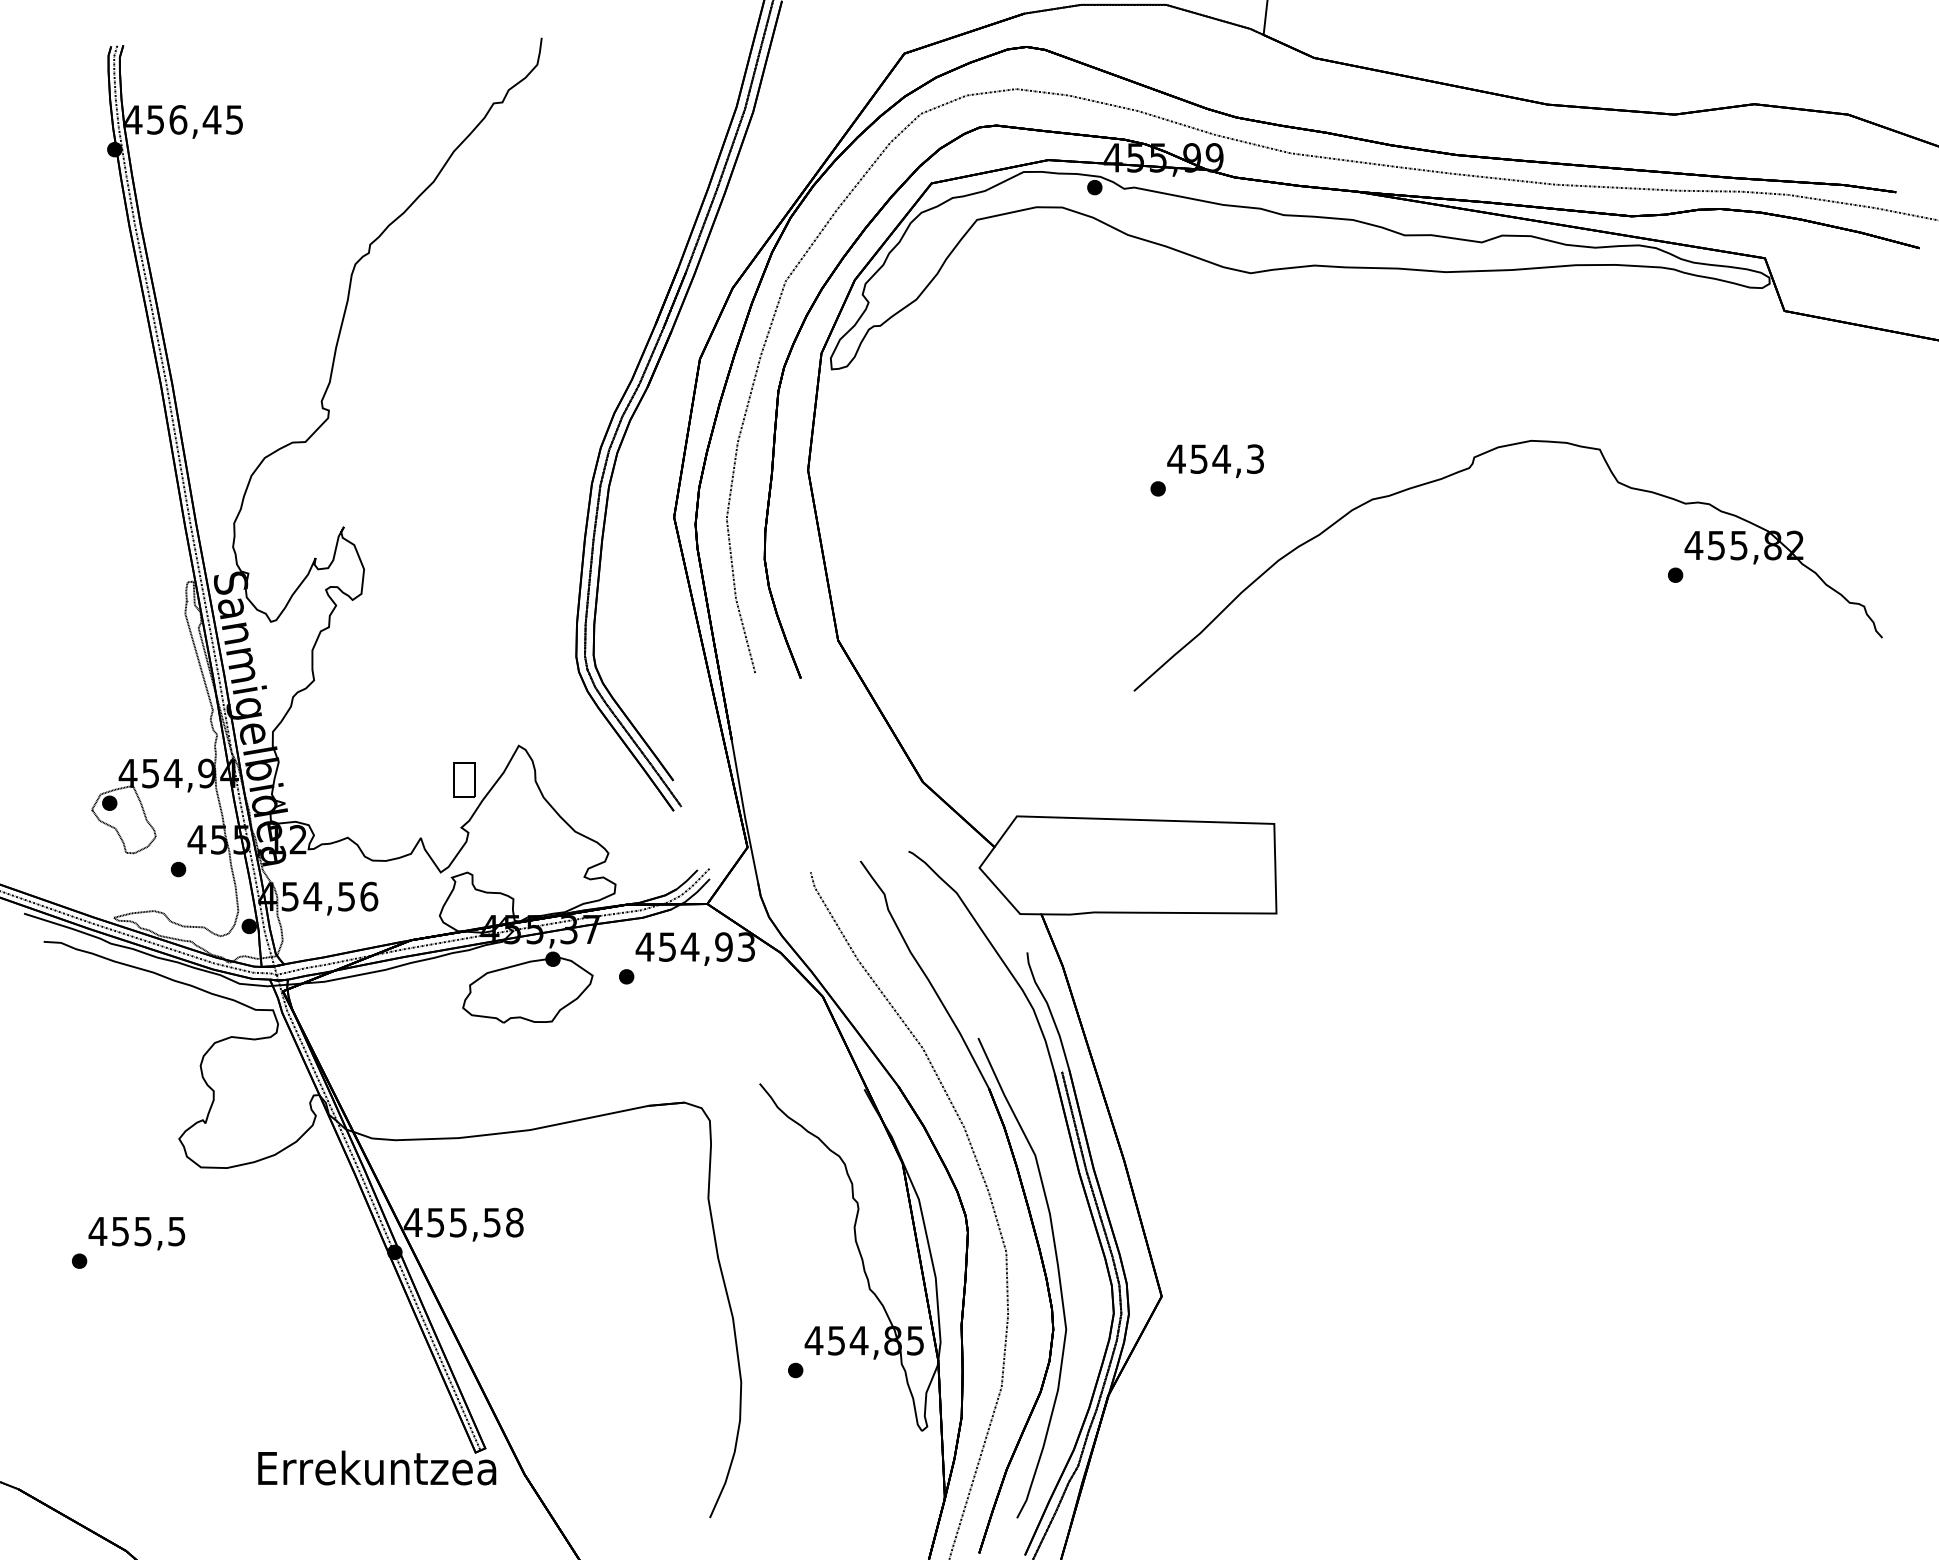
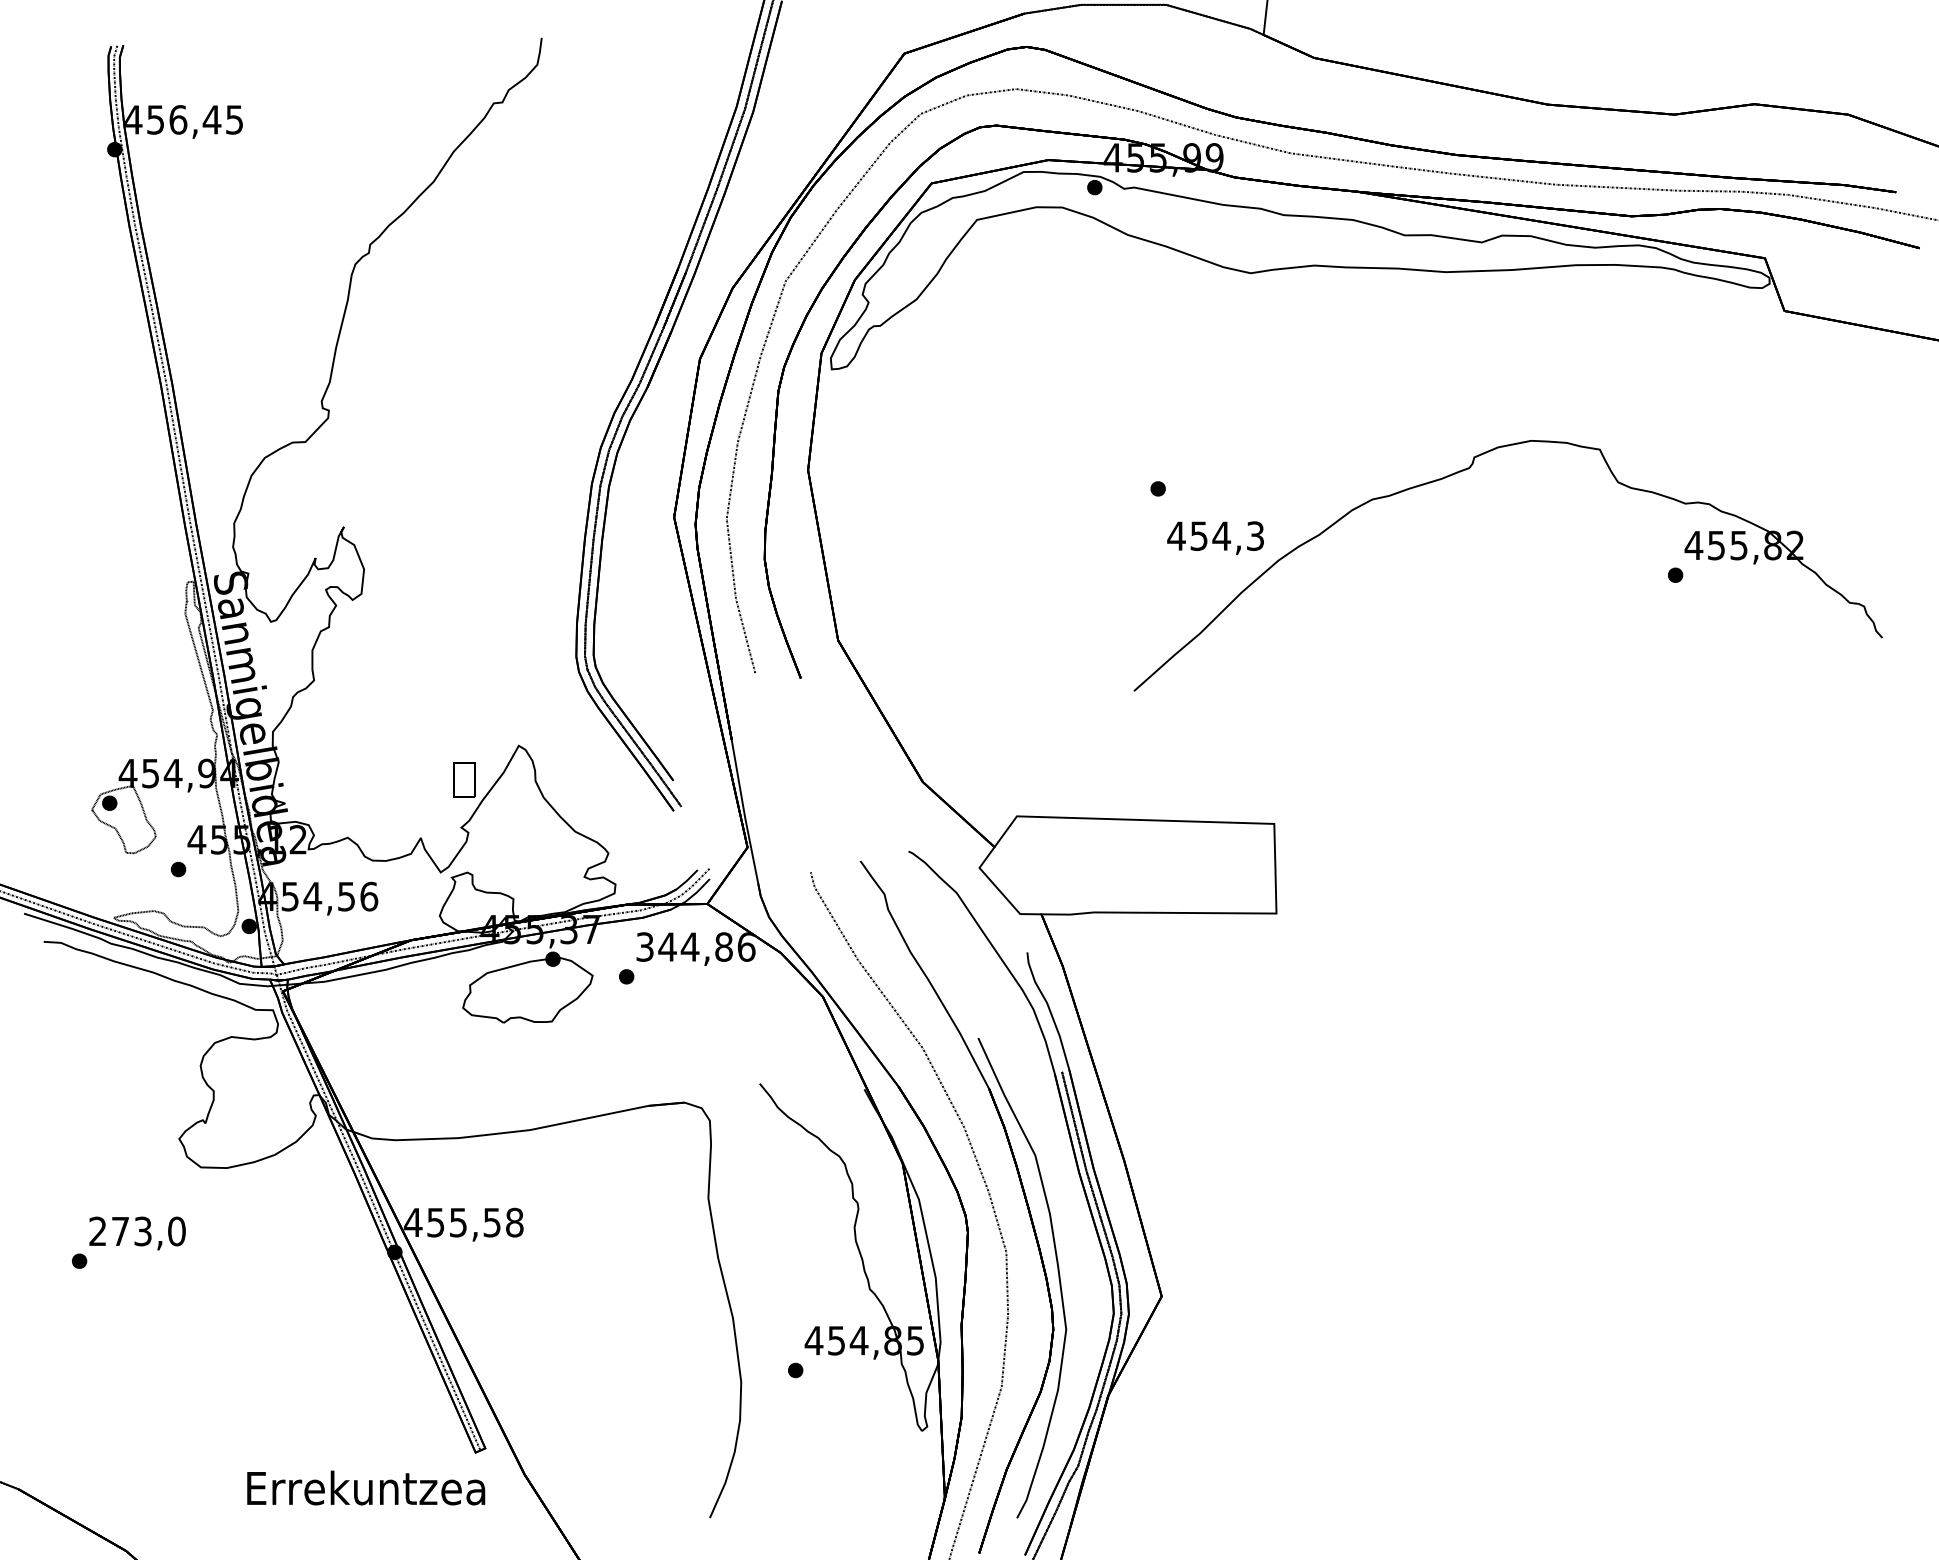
text at (1215, 461) position: (1215, 461) -> (1215, 538)
text at (695, 946): 454,93 -> 344,86
text at (136, 1231): 455,5 -> 273,0
text at (377, 1467) position: (377, 1467) -> (366, 1487)
